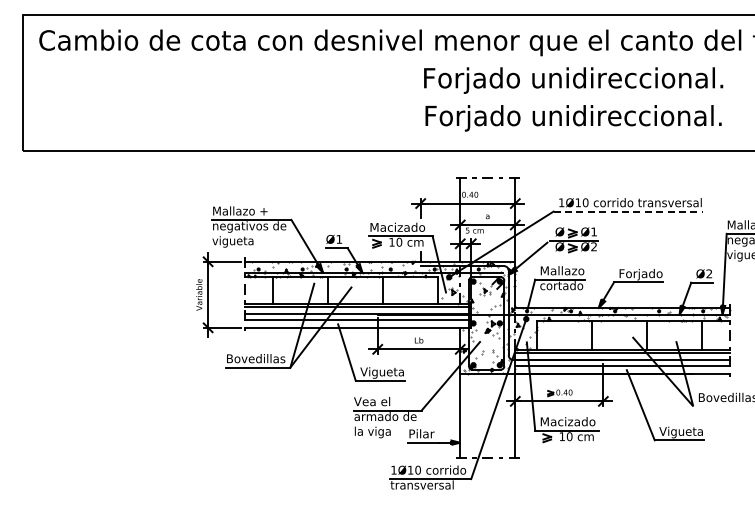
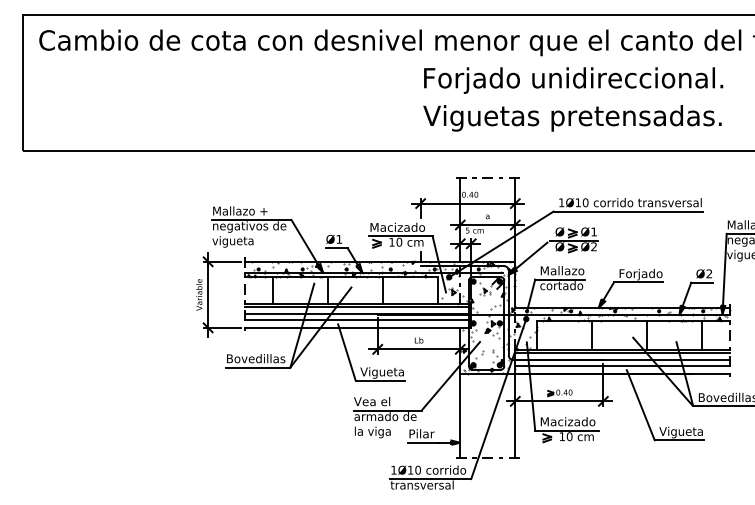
text at (568, 118): Forjado unidireccional. -> Viguetas pretensadas.
line at (628, 211): dashed -> solid
line at (722, 406): none -> present
